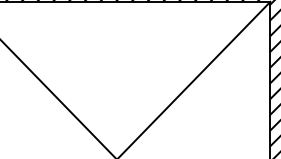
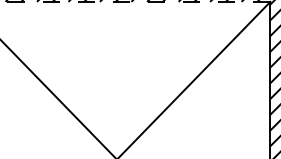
line at (135, 1): solid -> dashed
